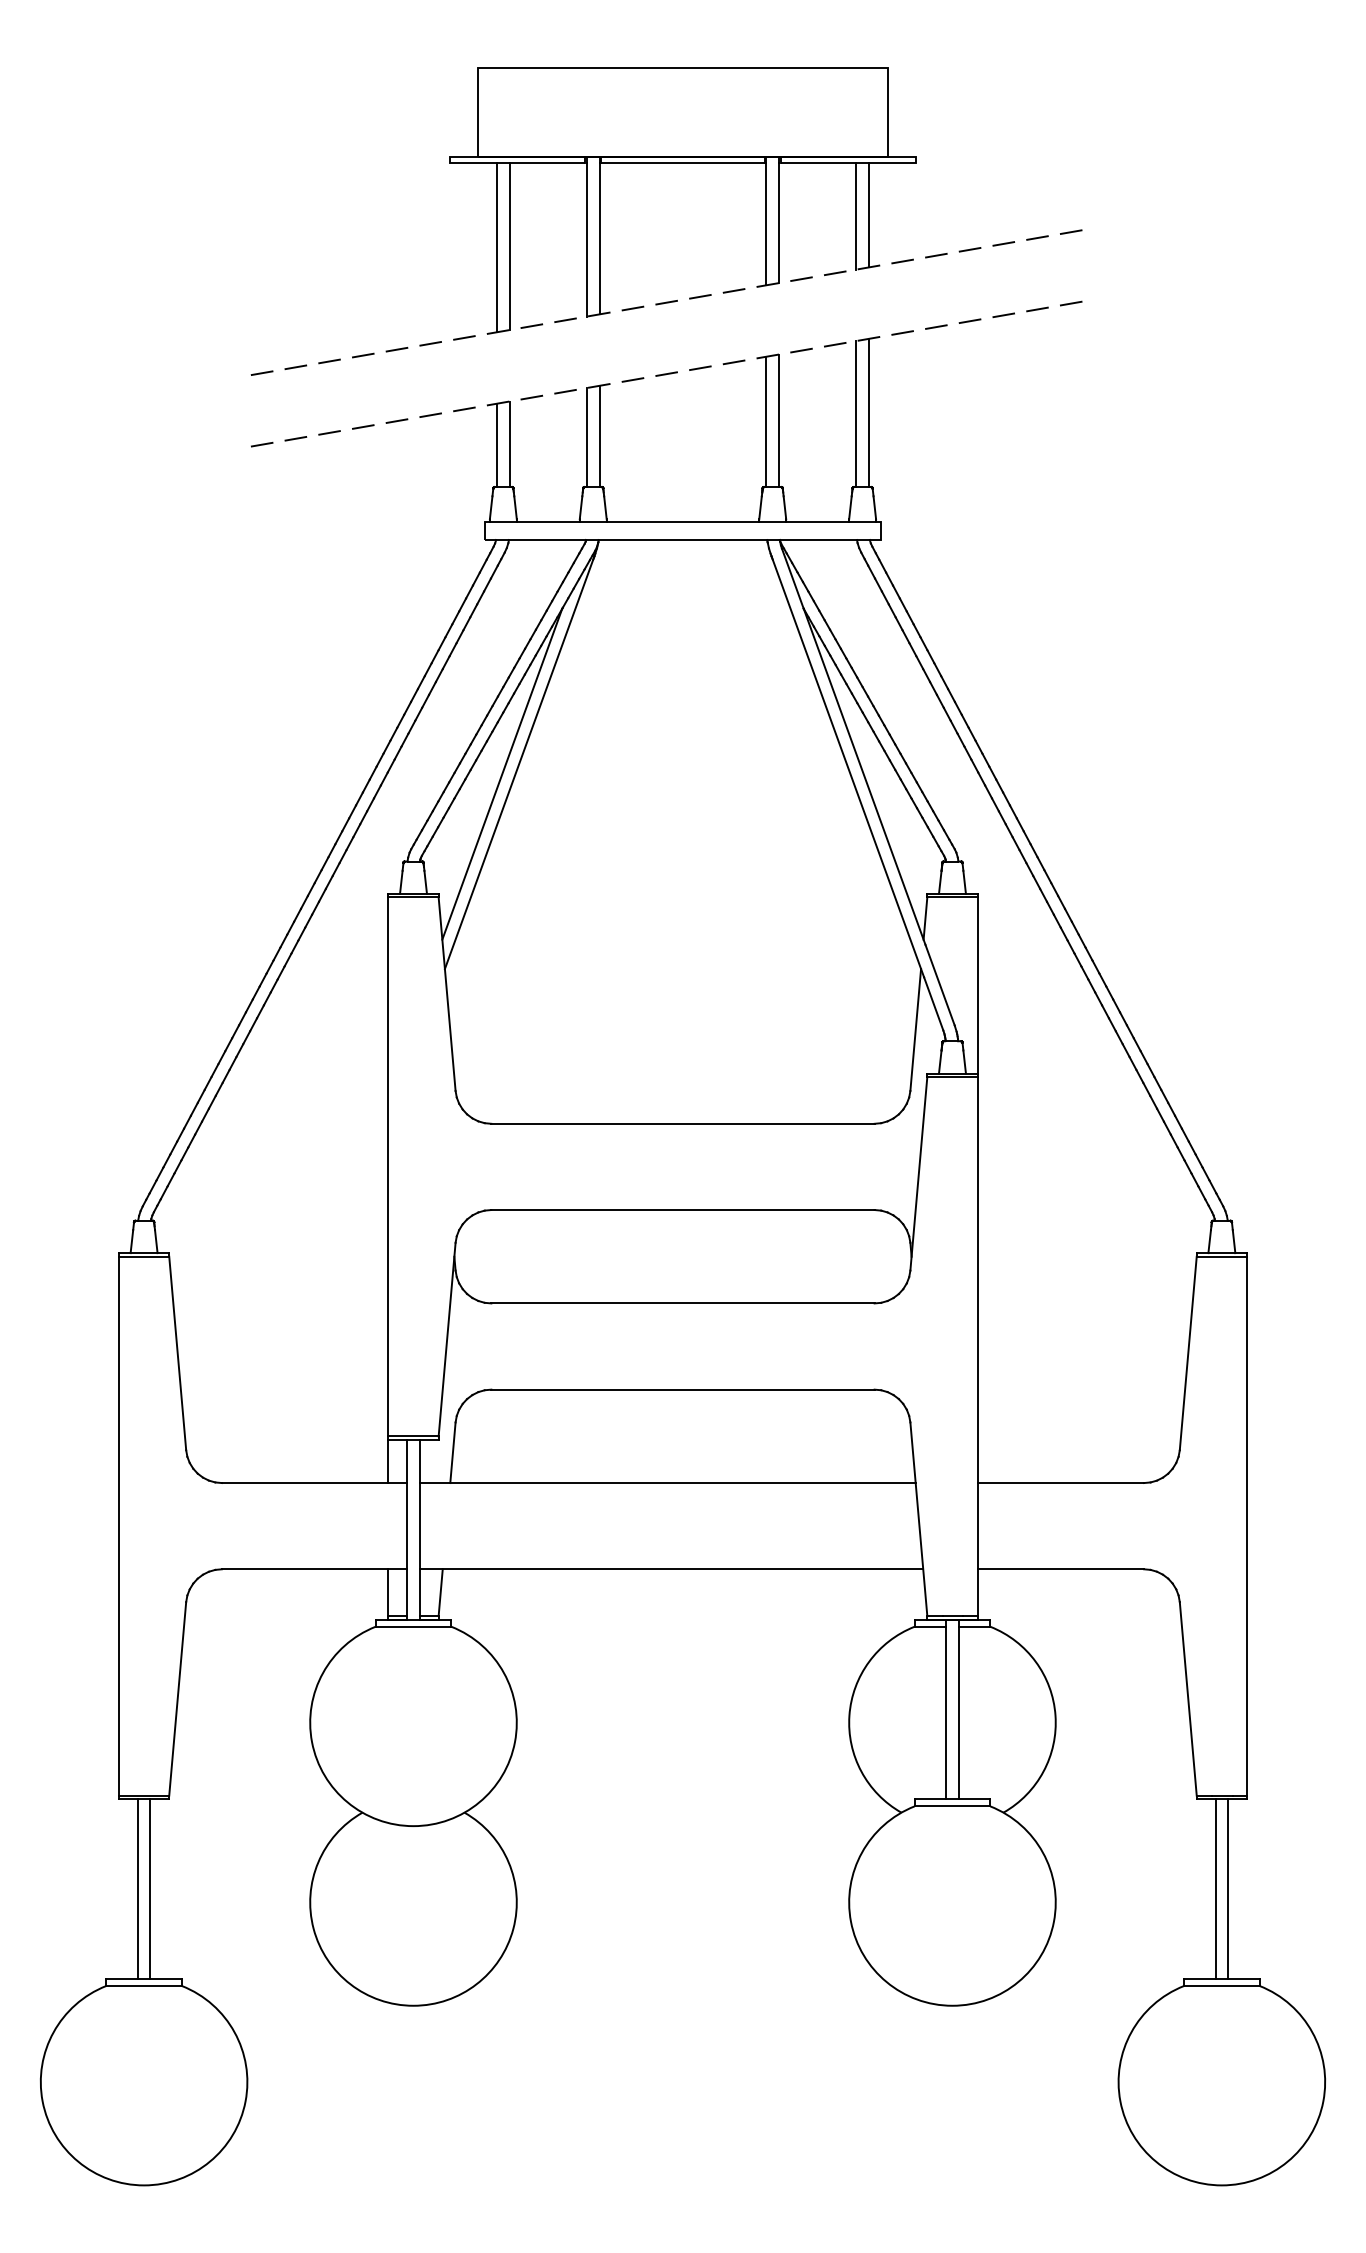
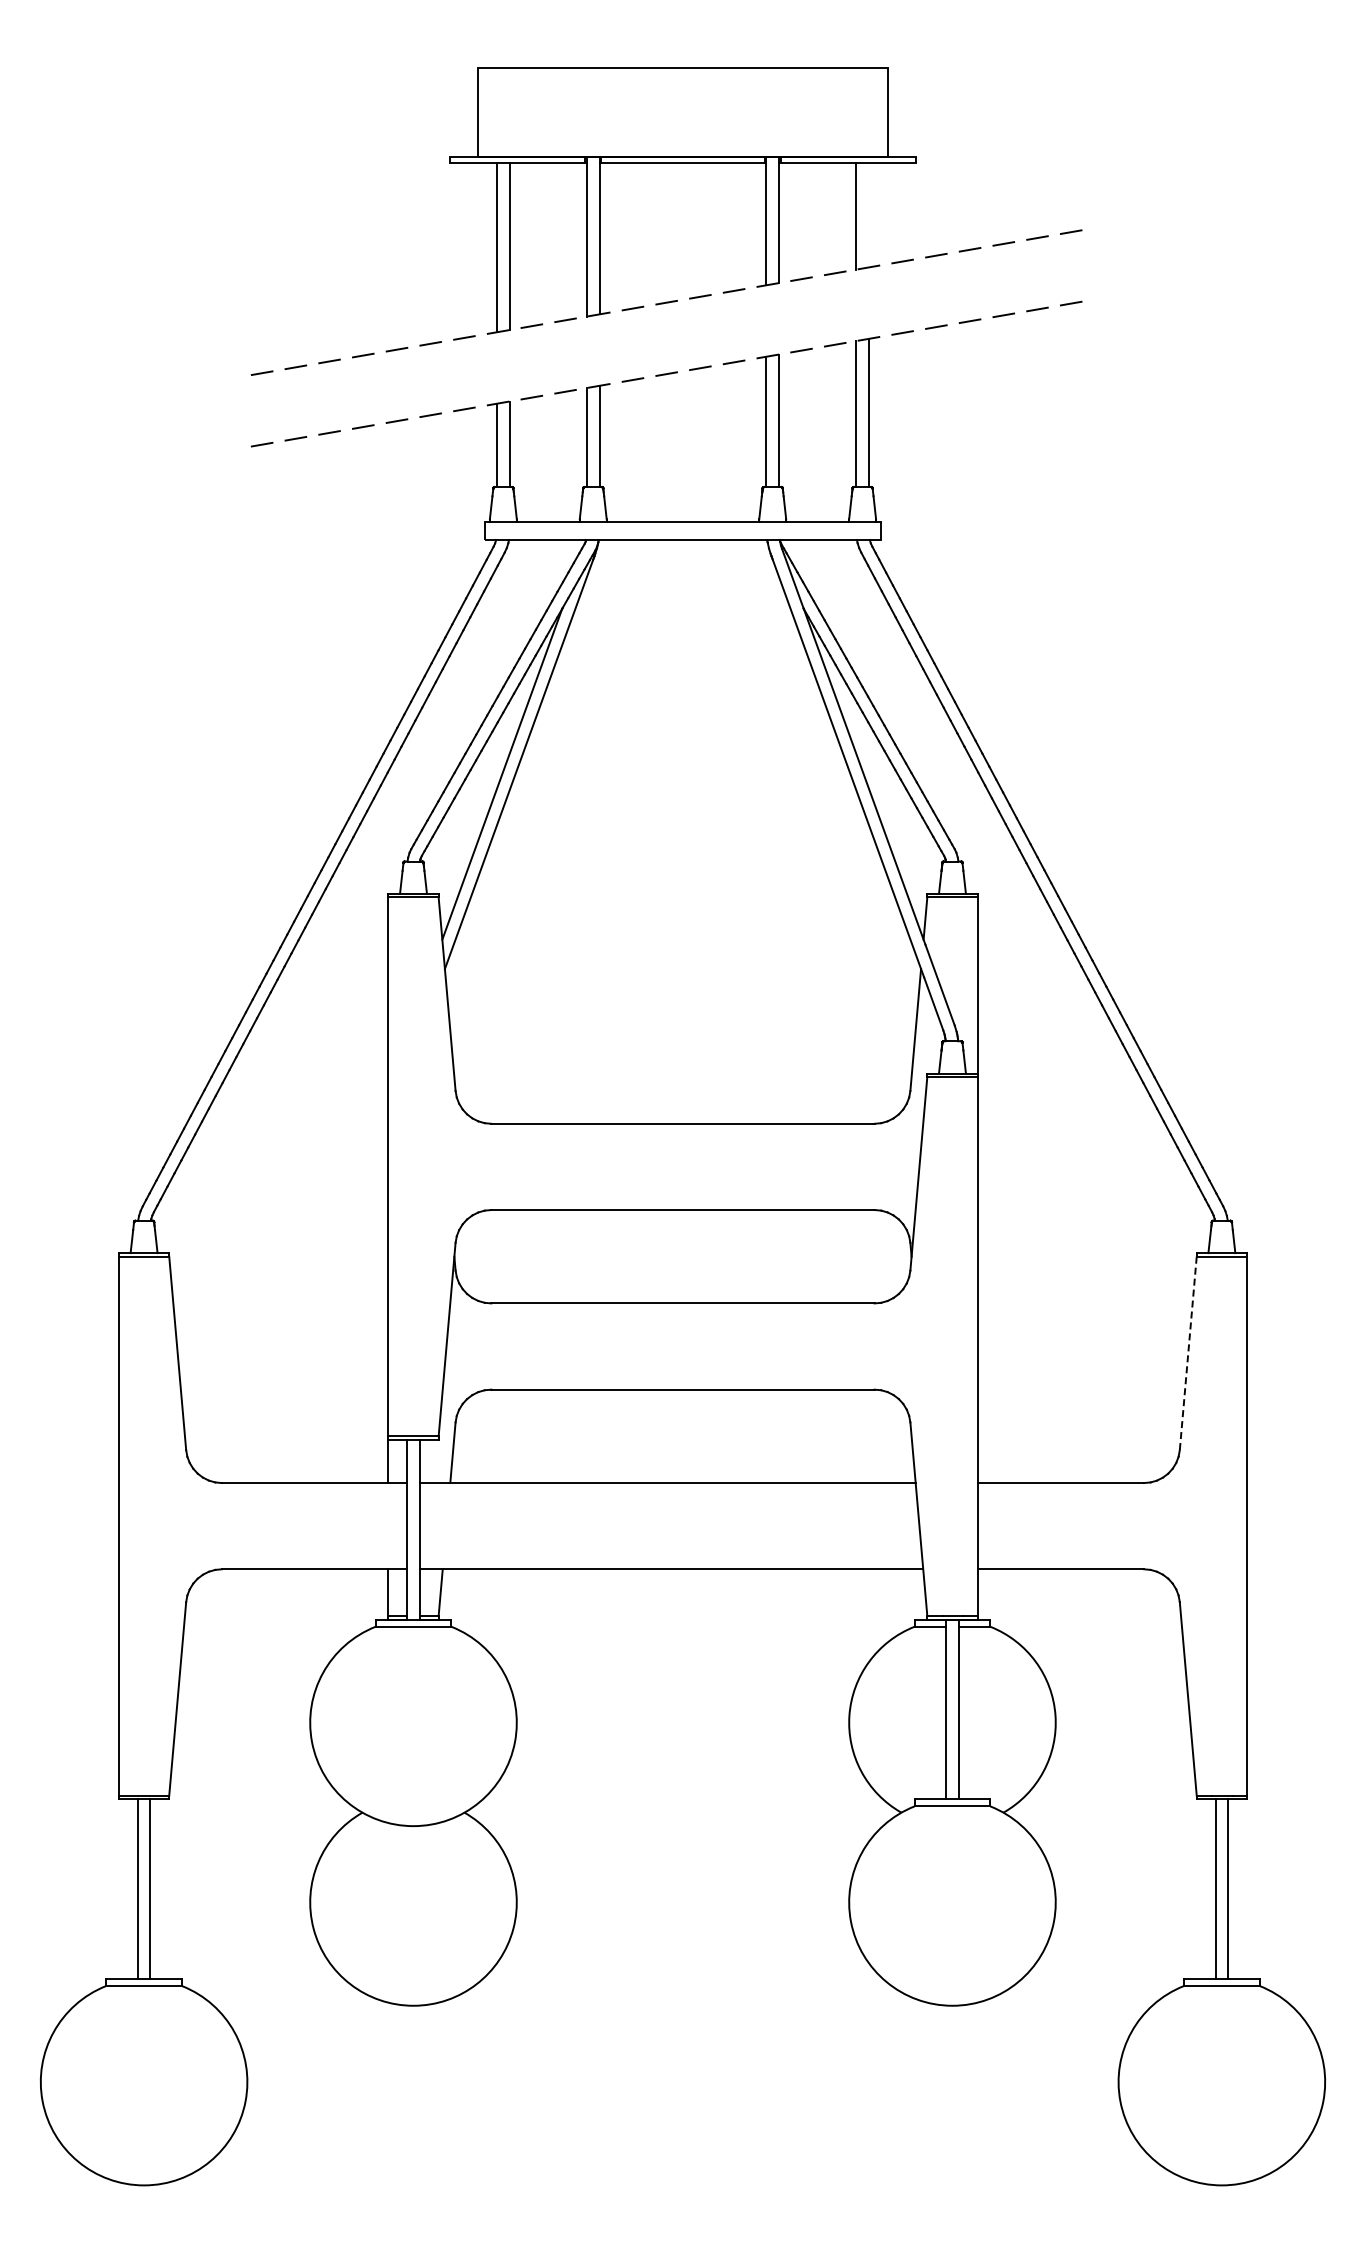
line at (868, 214): present -> none
line at (1188, 1353): solid -> dashed
